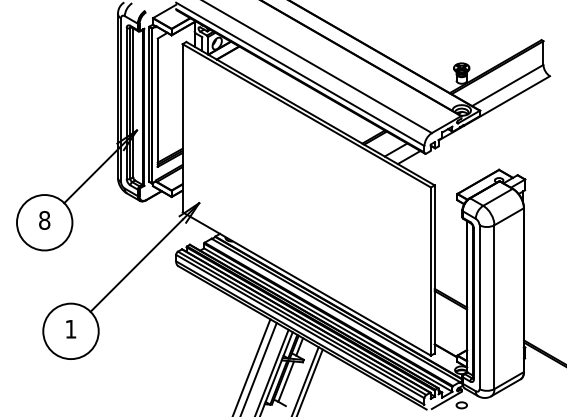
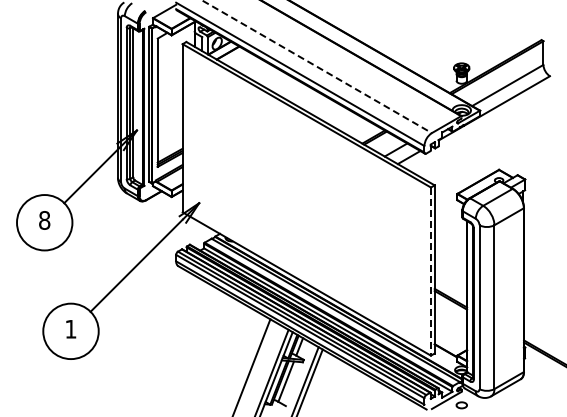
line at (316, 66): solid -> dashed
line at (430, 272): solid -> dashed
line at (258, 368): present -> none
